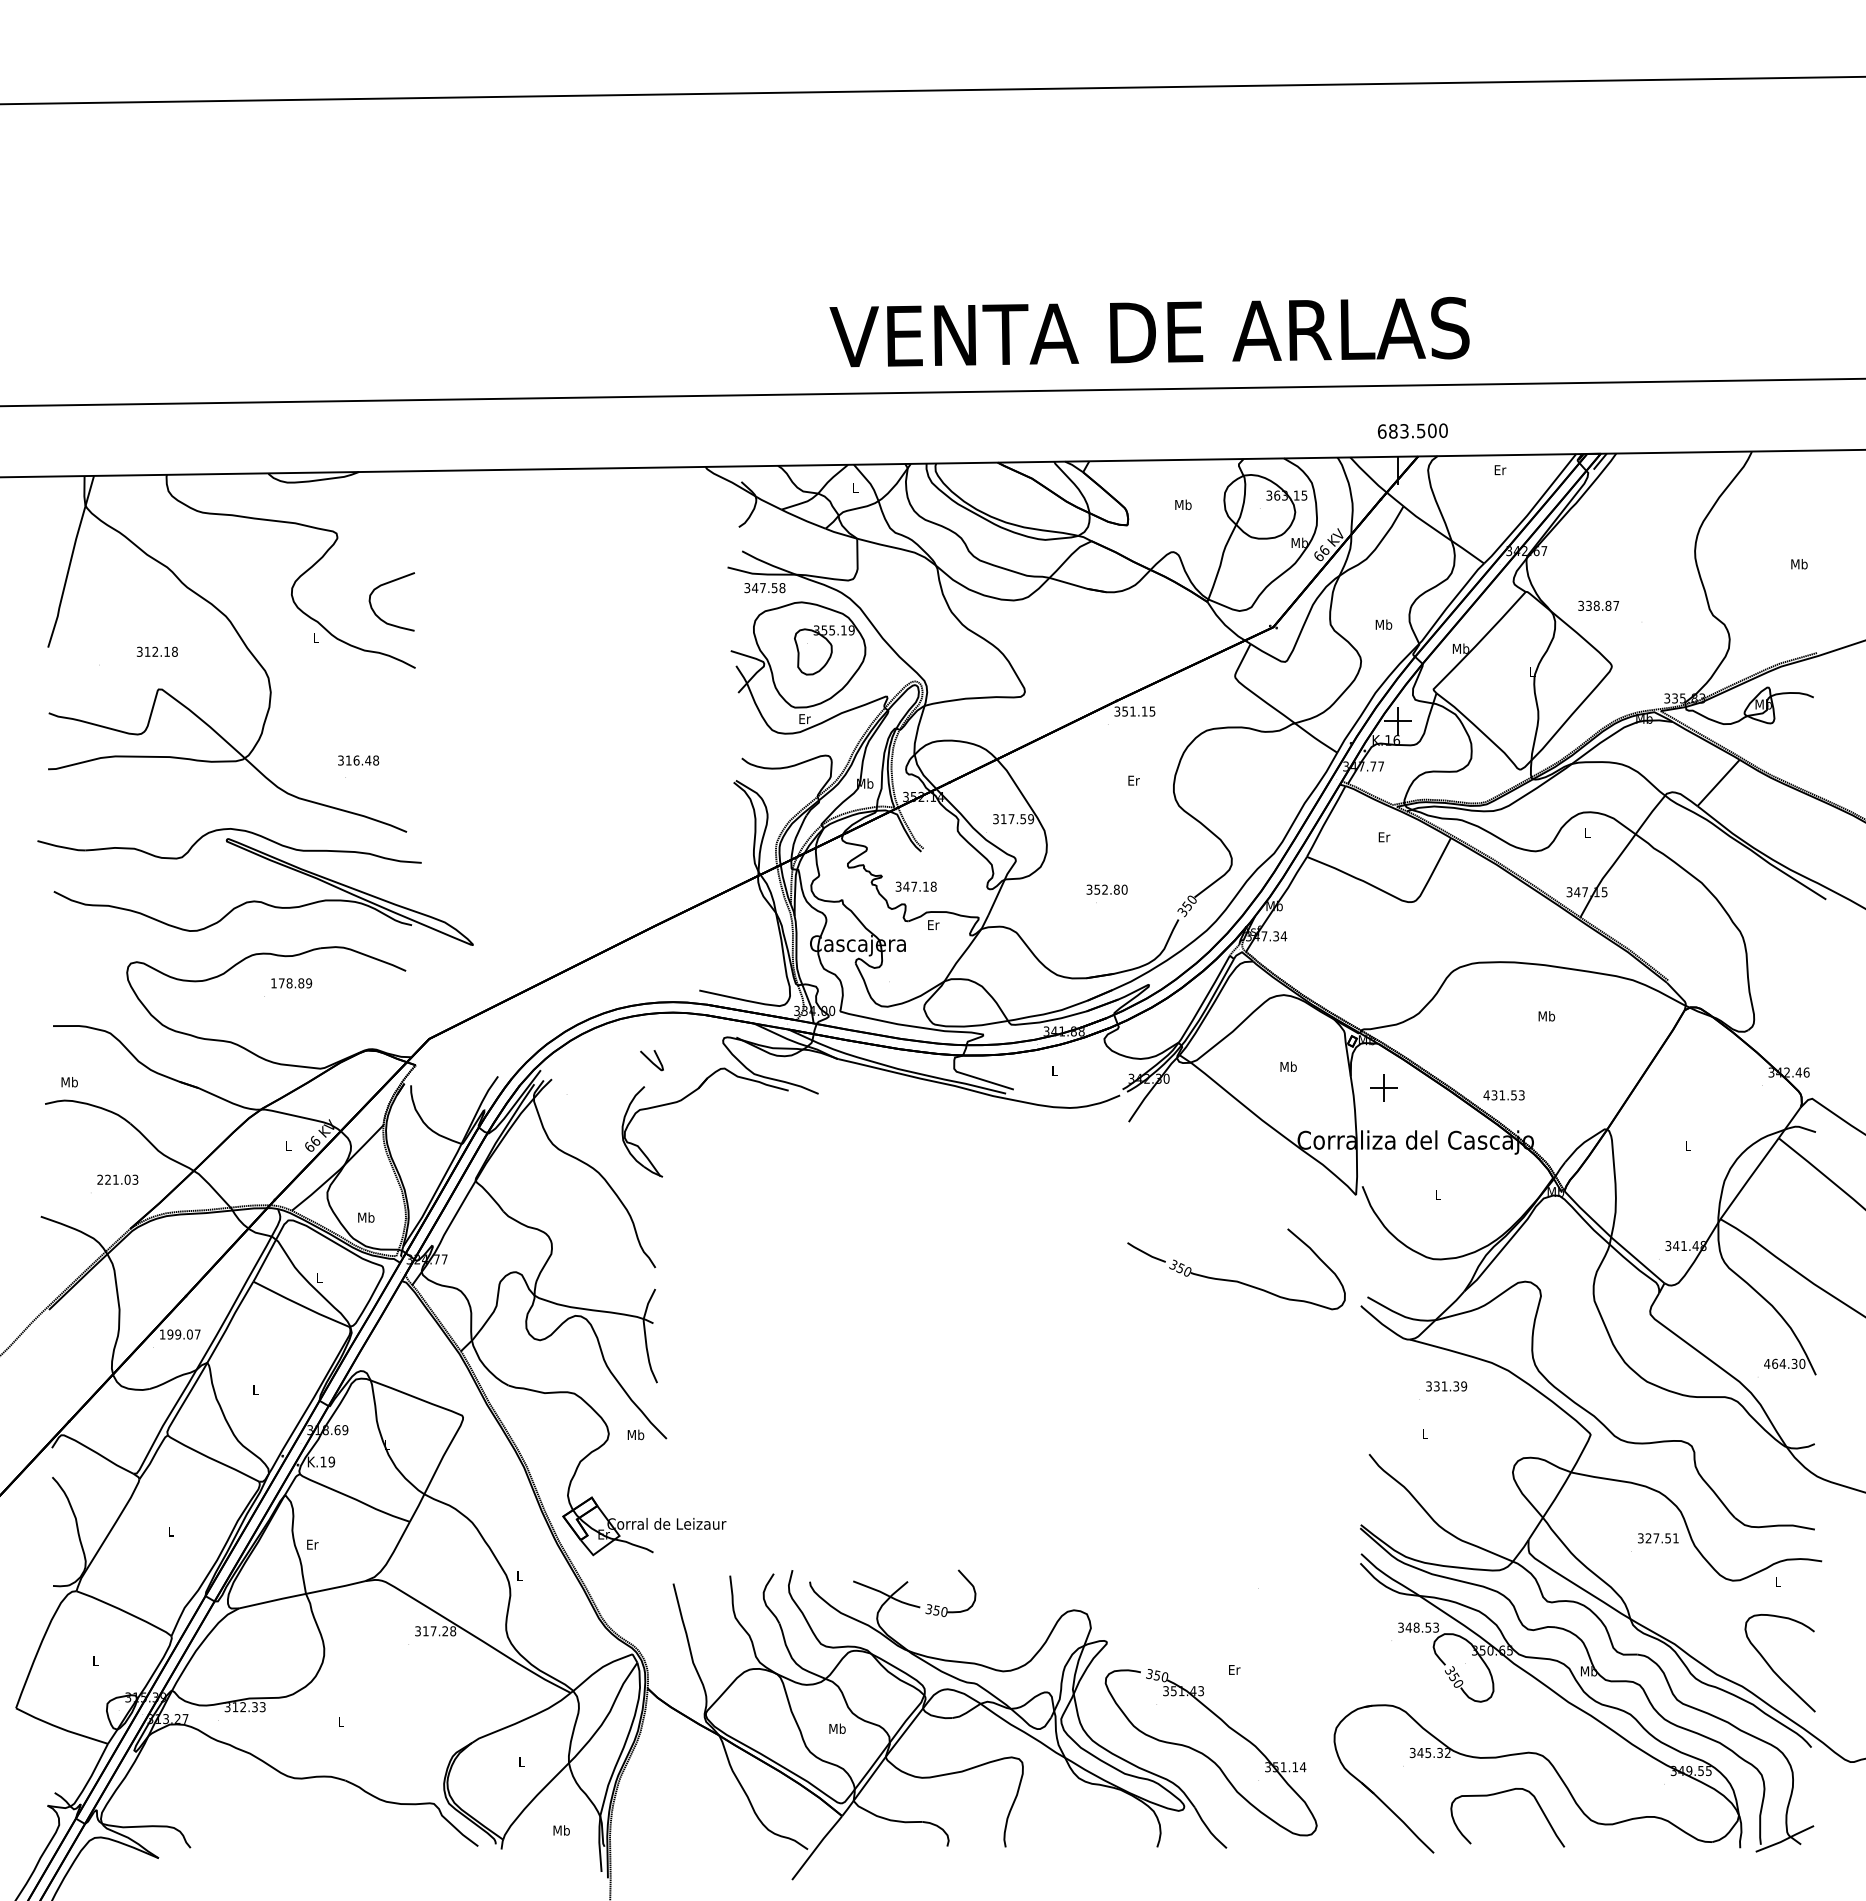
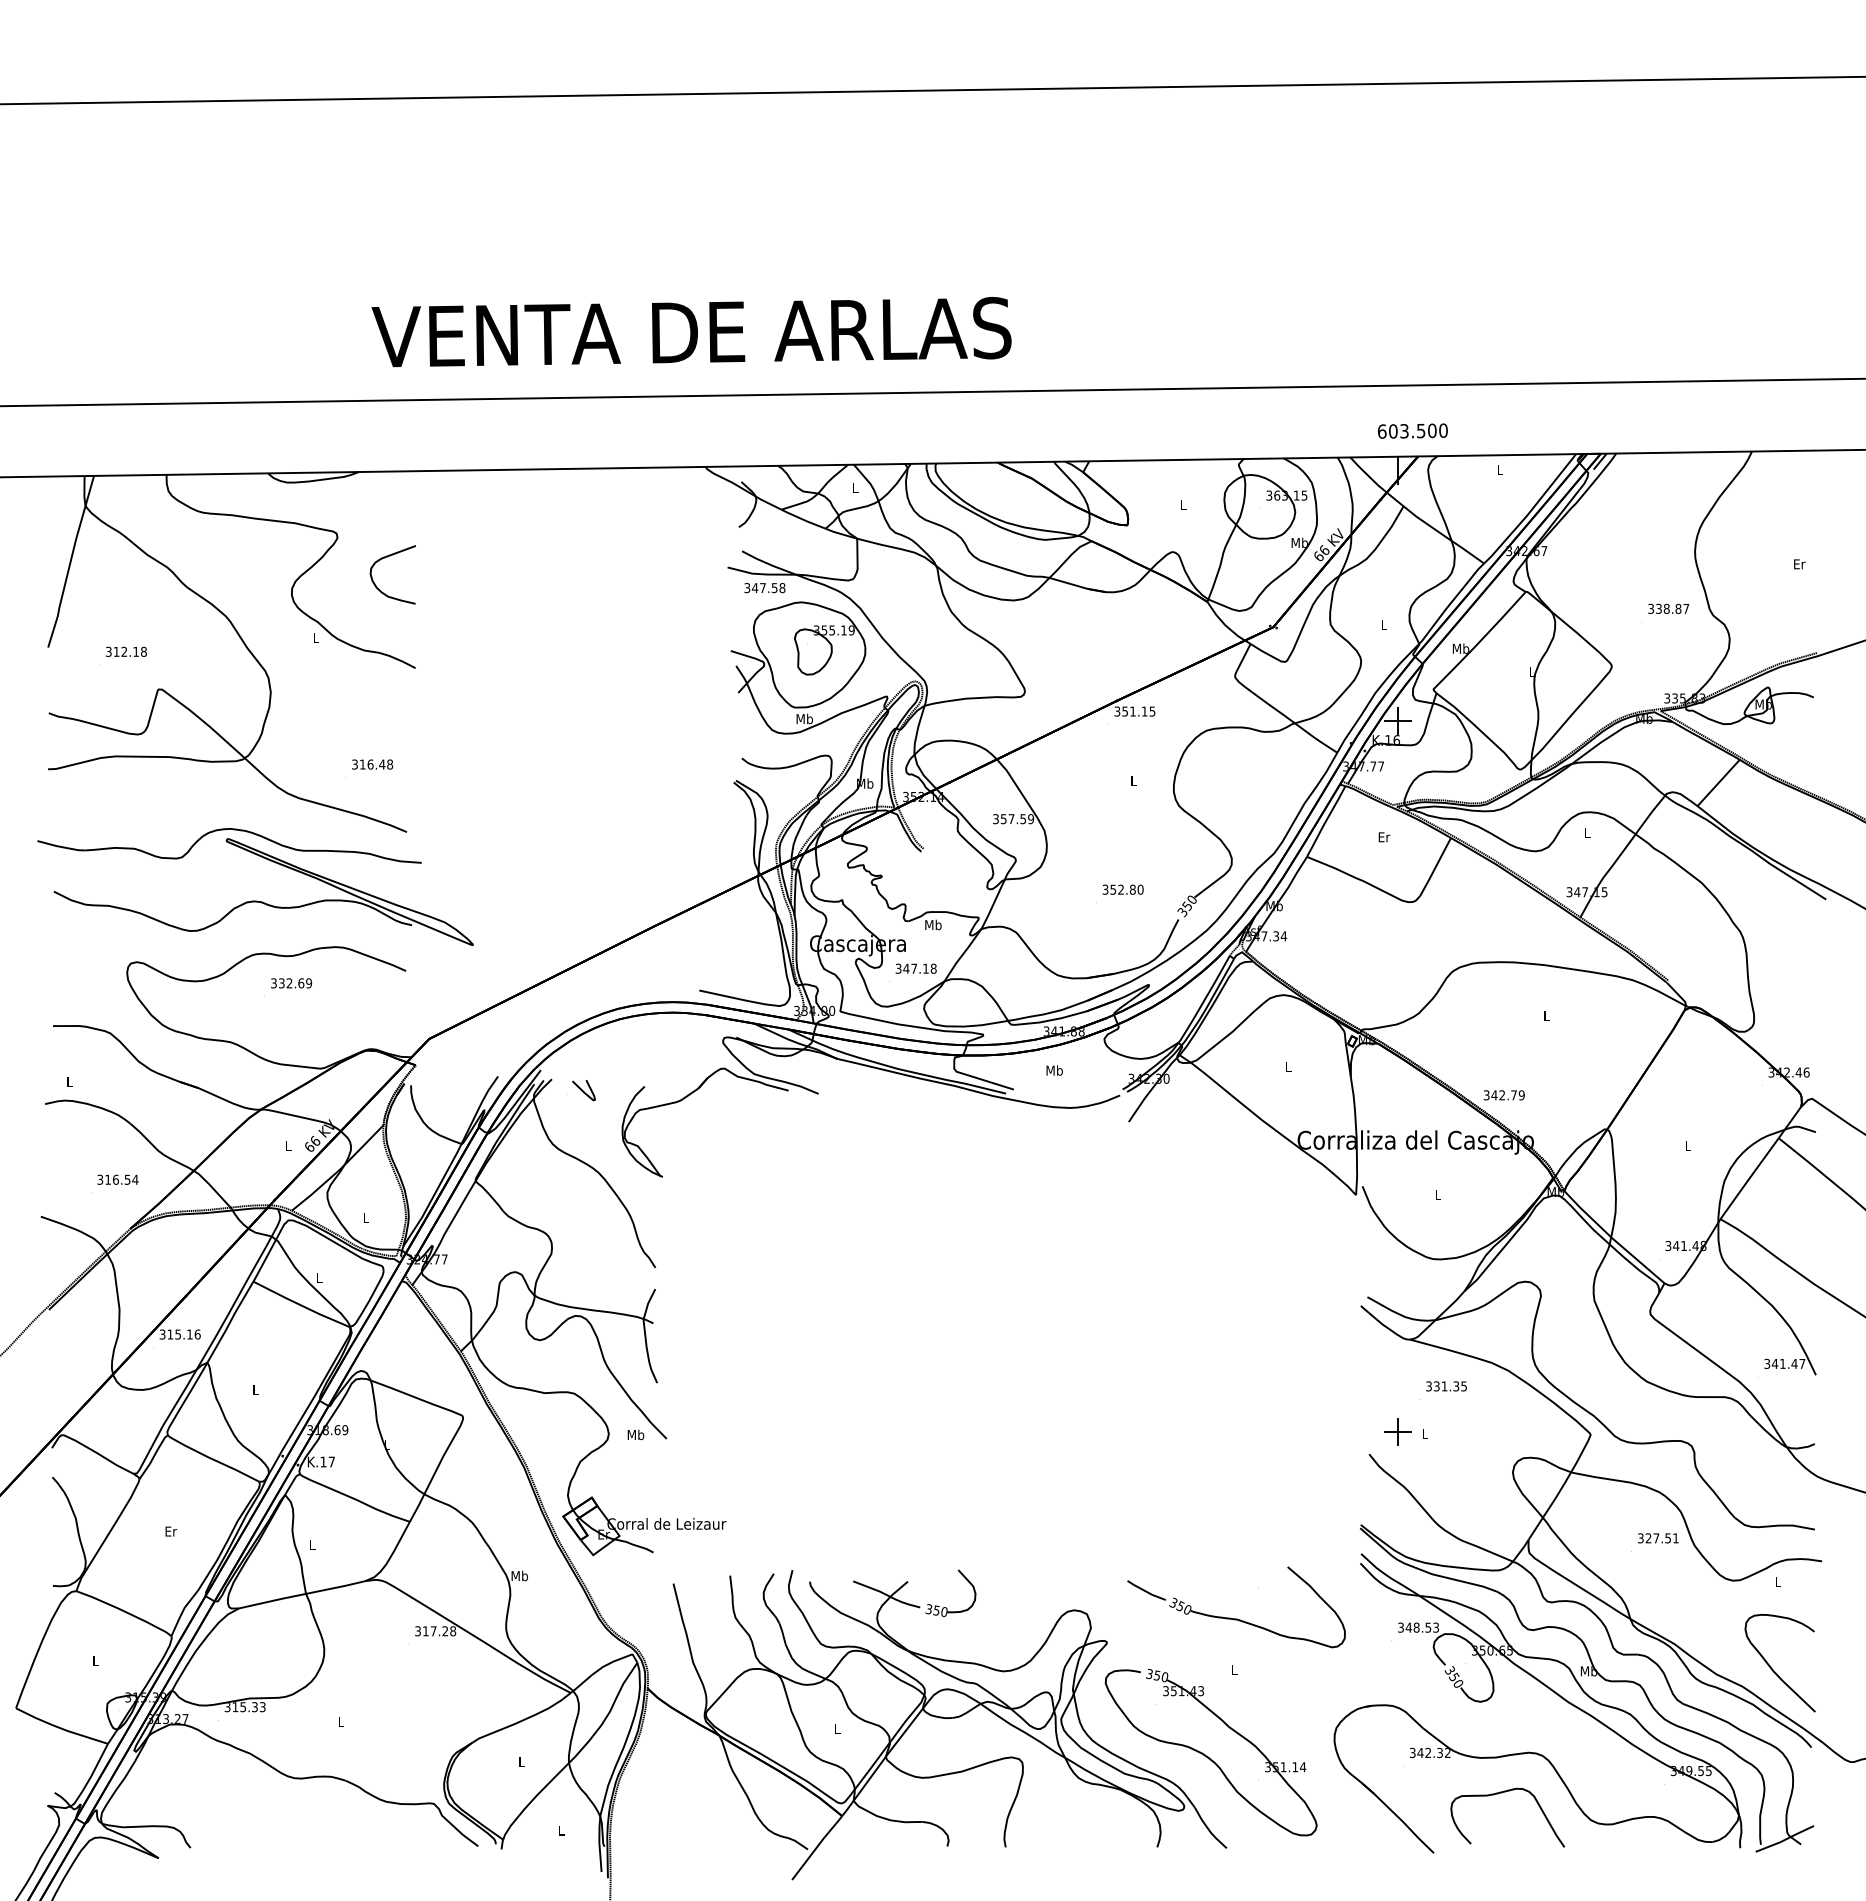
text at (1149, 332) position: (1149, 332) -> (691, 332)
text at (1393, 431): 683.500 -> 603.500
text at (1500, 470): Er -> L
text at (1183, 504): Mb -> L
text at (1799, 564): Mb -> Er
curve at (384, 585) position: (384, 585) -> (385, 558)
text at (1598, 605) position: (1598, 605) -> (1668, 608)
text at (1383, 624): Mb -> L
text at (157, 651) position: (157, 651) -> (126, 651)
text at (804, 718): Er -> Mb
text at (358, 760) position: (358, 760) -> (372, 764)
text at (1133, 780): Er -> L
text at (1003, 819): 317.59 -> 357.59
text at (915, 886) position: (915, 886) -> (915, 968)
text at (1106, 889) position: (1106, 889) -> (1122, 889)
text at (933, 924): Er -> Mb
text at (287, 983): 178.89 -> 332.69
text at (1546, 1016): Mb -> L
curve at (651, 1060) position: (651, 1060) -> (583, 1090)
text at (1288, 1066): Mb -> L
text at (1054, 1070): L -> Mb
text at (69, 1082): Mb -> L
part at (1383, 1087) position: (1383, 1087) -> (1397, 1431)
text at (1503, 1095): 431.53 -> 342.79
text at (117, 1179): 221.03 -> 316.54
text at (366, 1217): Mb -> L
part at (1236, 1280) position: (1236, 1280) -> (1236, 1618)
text at (179, 1334): 199.07 -> 315.16
text at (1784, 1363): 464.30 -> 341.47
text at (1464, 1386): 331.39 -> 331.35
text at (331, 1461): K.19 -> K.17
text at (171, 1531): L -> Er
text at (312, 1544): Er -> L
text at (519, 1575): L -> Mb
text at (1234, 1669): Er -> L
text at (242, 1707): 312.33 -> 315.33
text at (837, 1728): Mb -> L
text at (1428, 1752): 345.32 -> 342.32
text at (561, 1830): Mb -> L
